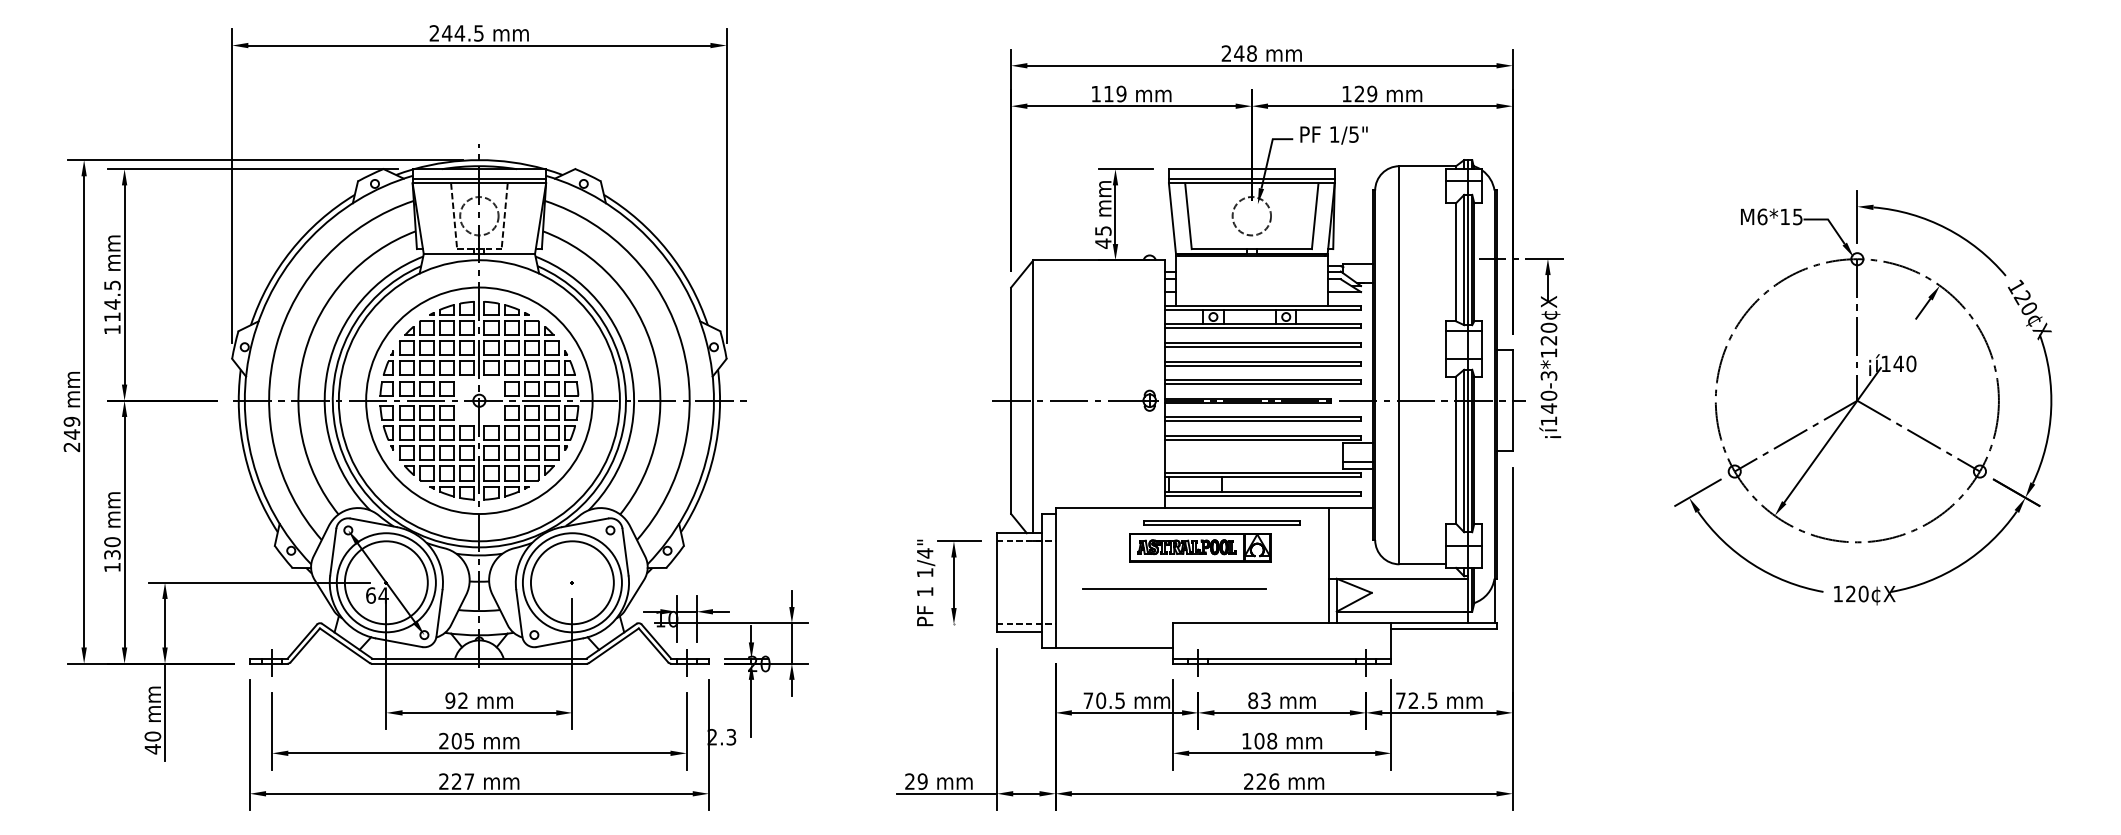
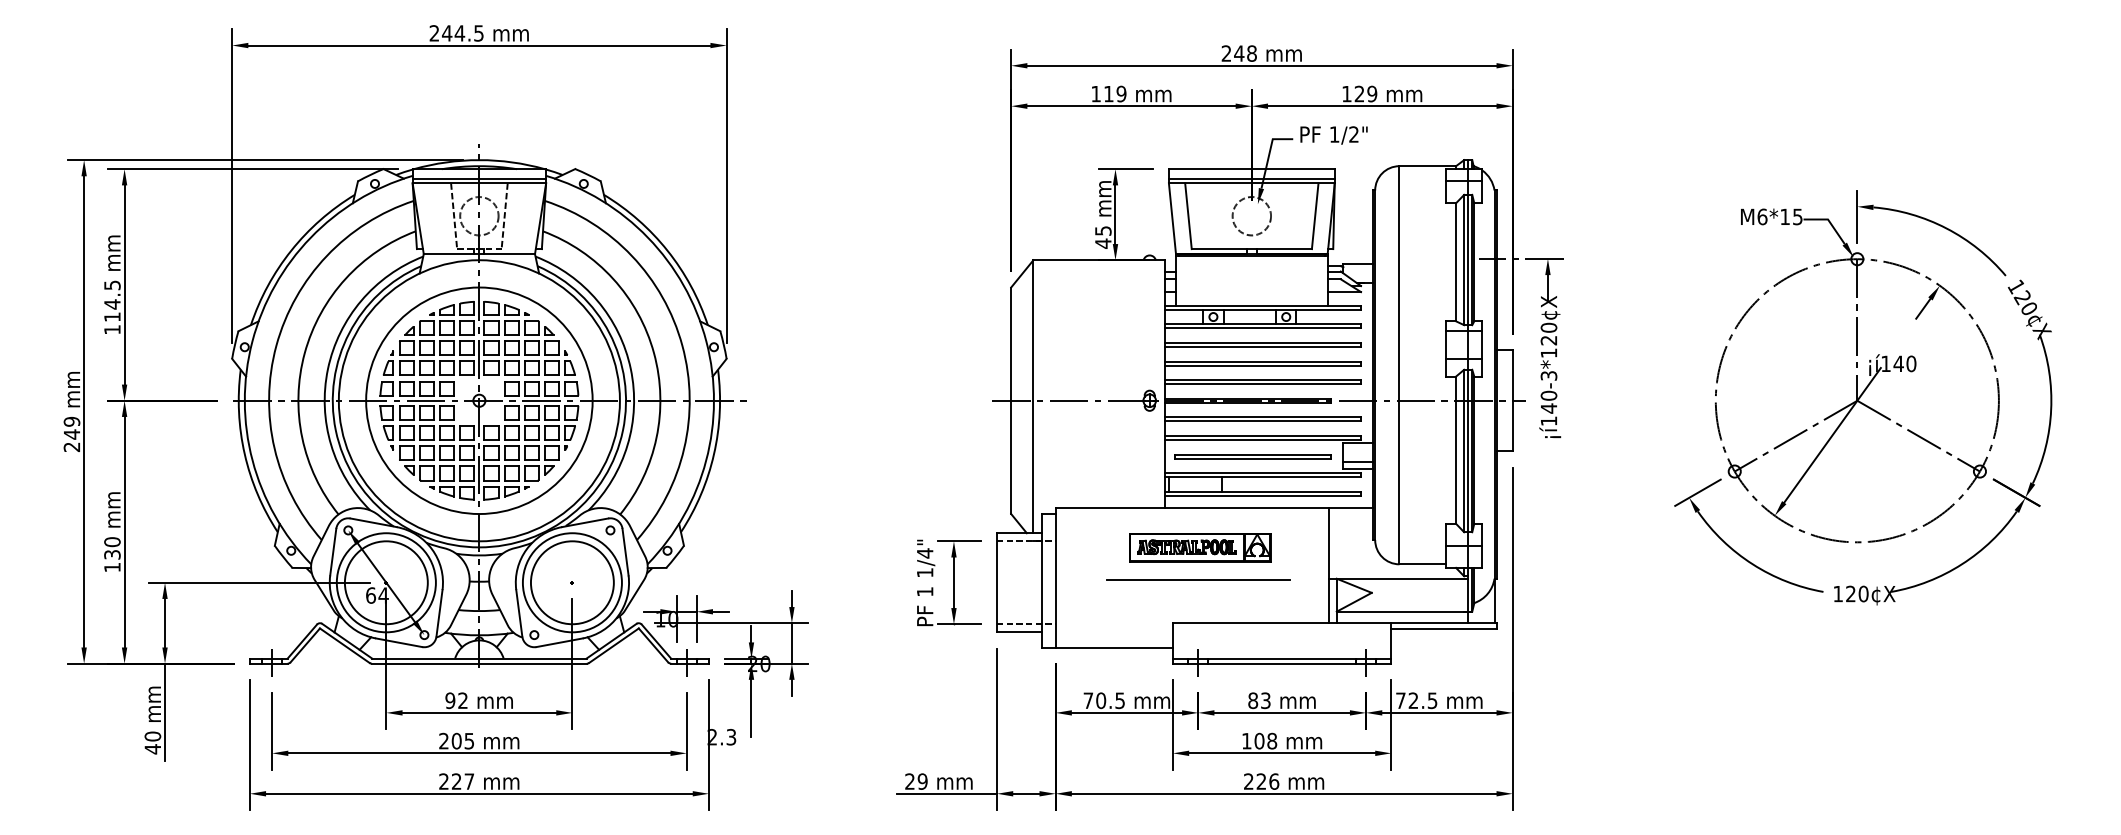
text at (1353, 134): 1/5" -> 1/2"
part at (1221, 522) position: (1221, 522) -> (1252, 456)
line at (1174, 588) position: (1174, 588) -> (1198, 579)
line at (958, 624): none -> present
